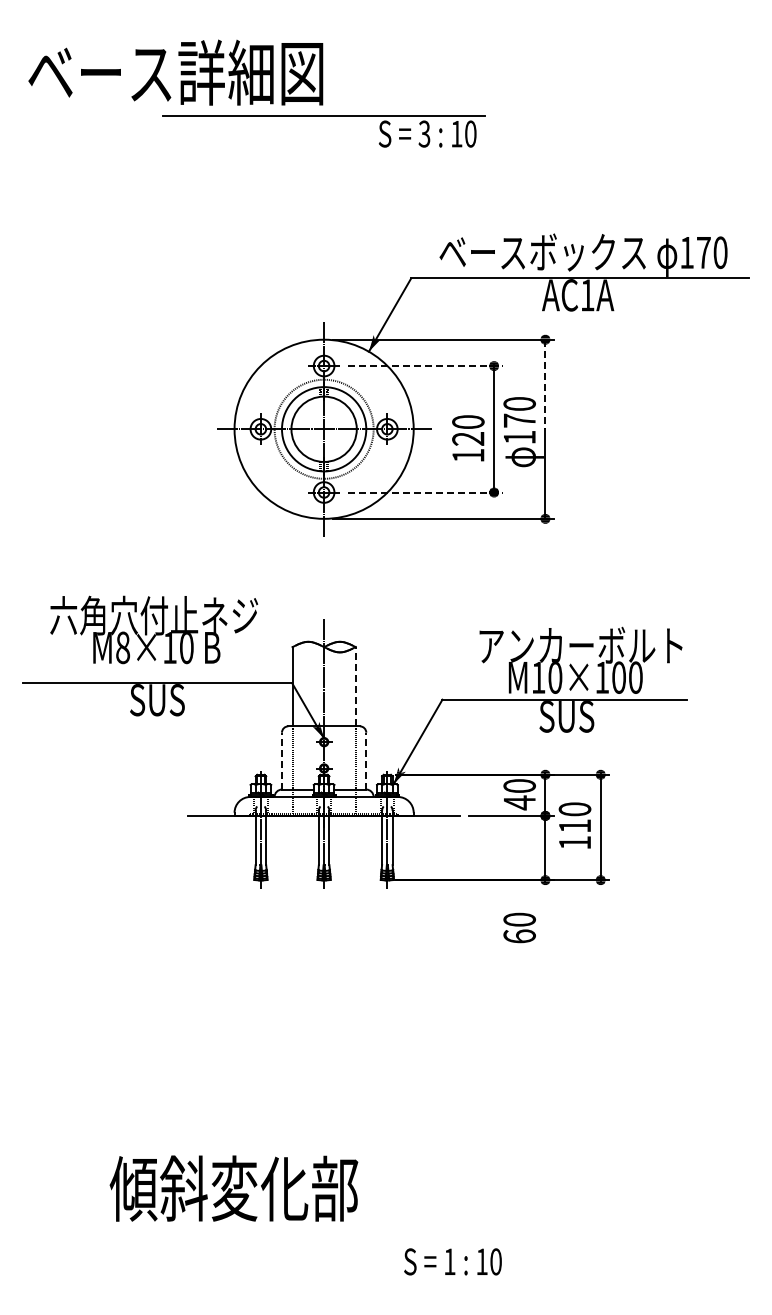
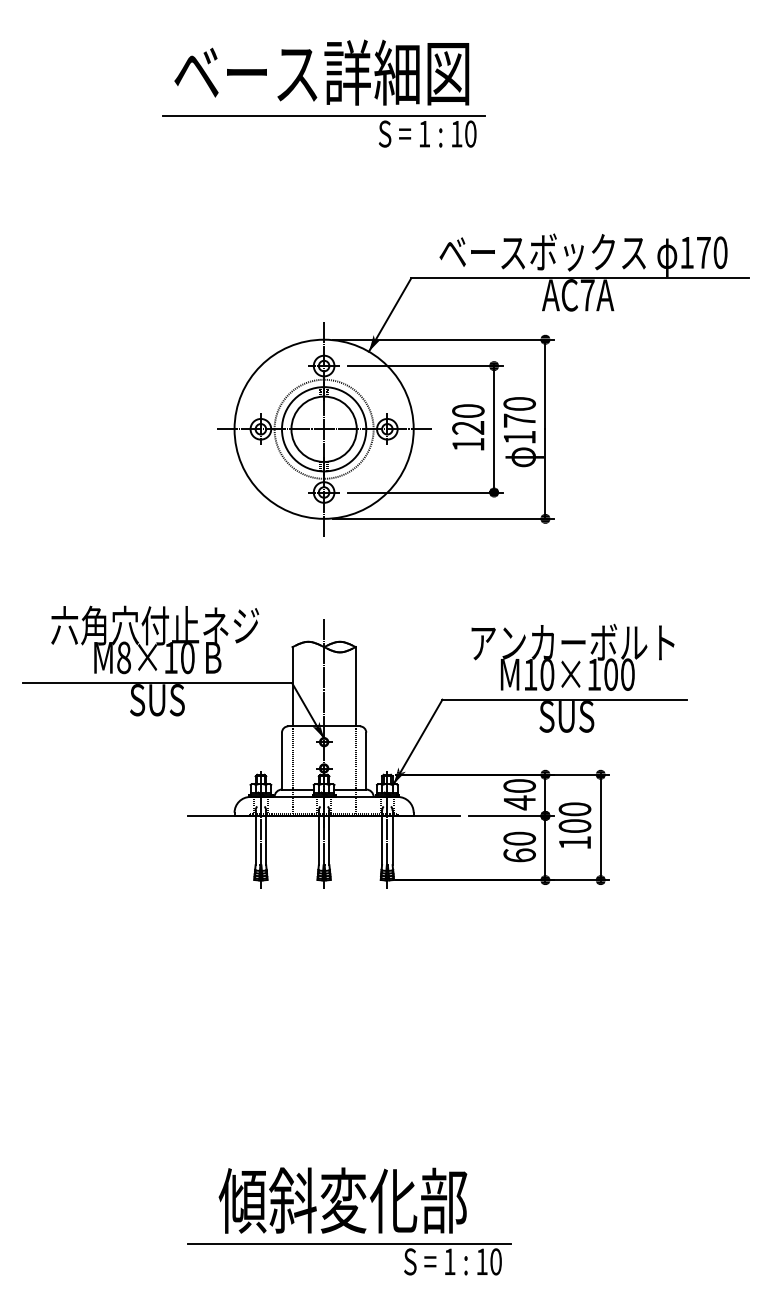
text at (175, 72) position: (175, 72) -> (321, 72)
text at (424, 133): 3 -> 1
text at (587, 295): AC1A -> AC7A
line at (425, 366): dashed -> solid
line at (545, 384): dashed -> solid
text at (468, 438) position: (468, 438) -> (468, 427)
line at (425, 492): dashed -> solid
text at (154, 629) position: (154, 629) -> (155, 639)
text at (580, 659) position: (580, 659) -> (572, 656)
line at (355, 686): dashed -> solid
line at (281, 760): dashed -> solid
line at (366, 760): dashed -> solid
text at (574, 825): 110 -> 100
text at (519, 927) position: (519, 927) -> (519, 846)
text at (233, 1188) position: (233, 1188) -> (342, 1200)
line at (349, 1243): none -> present
